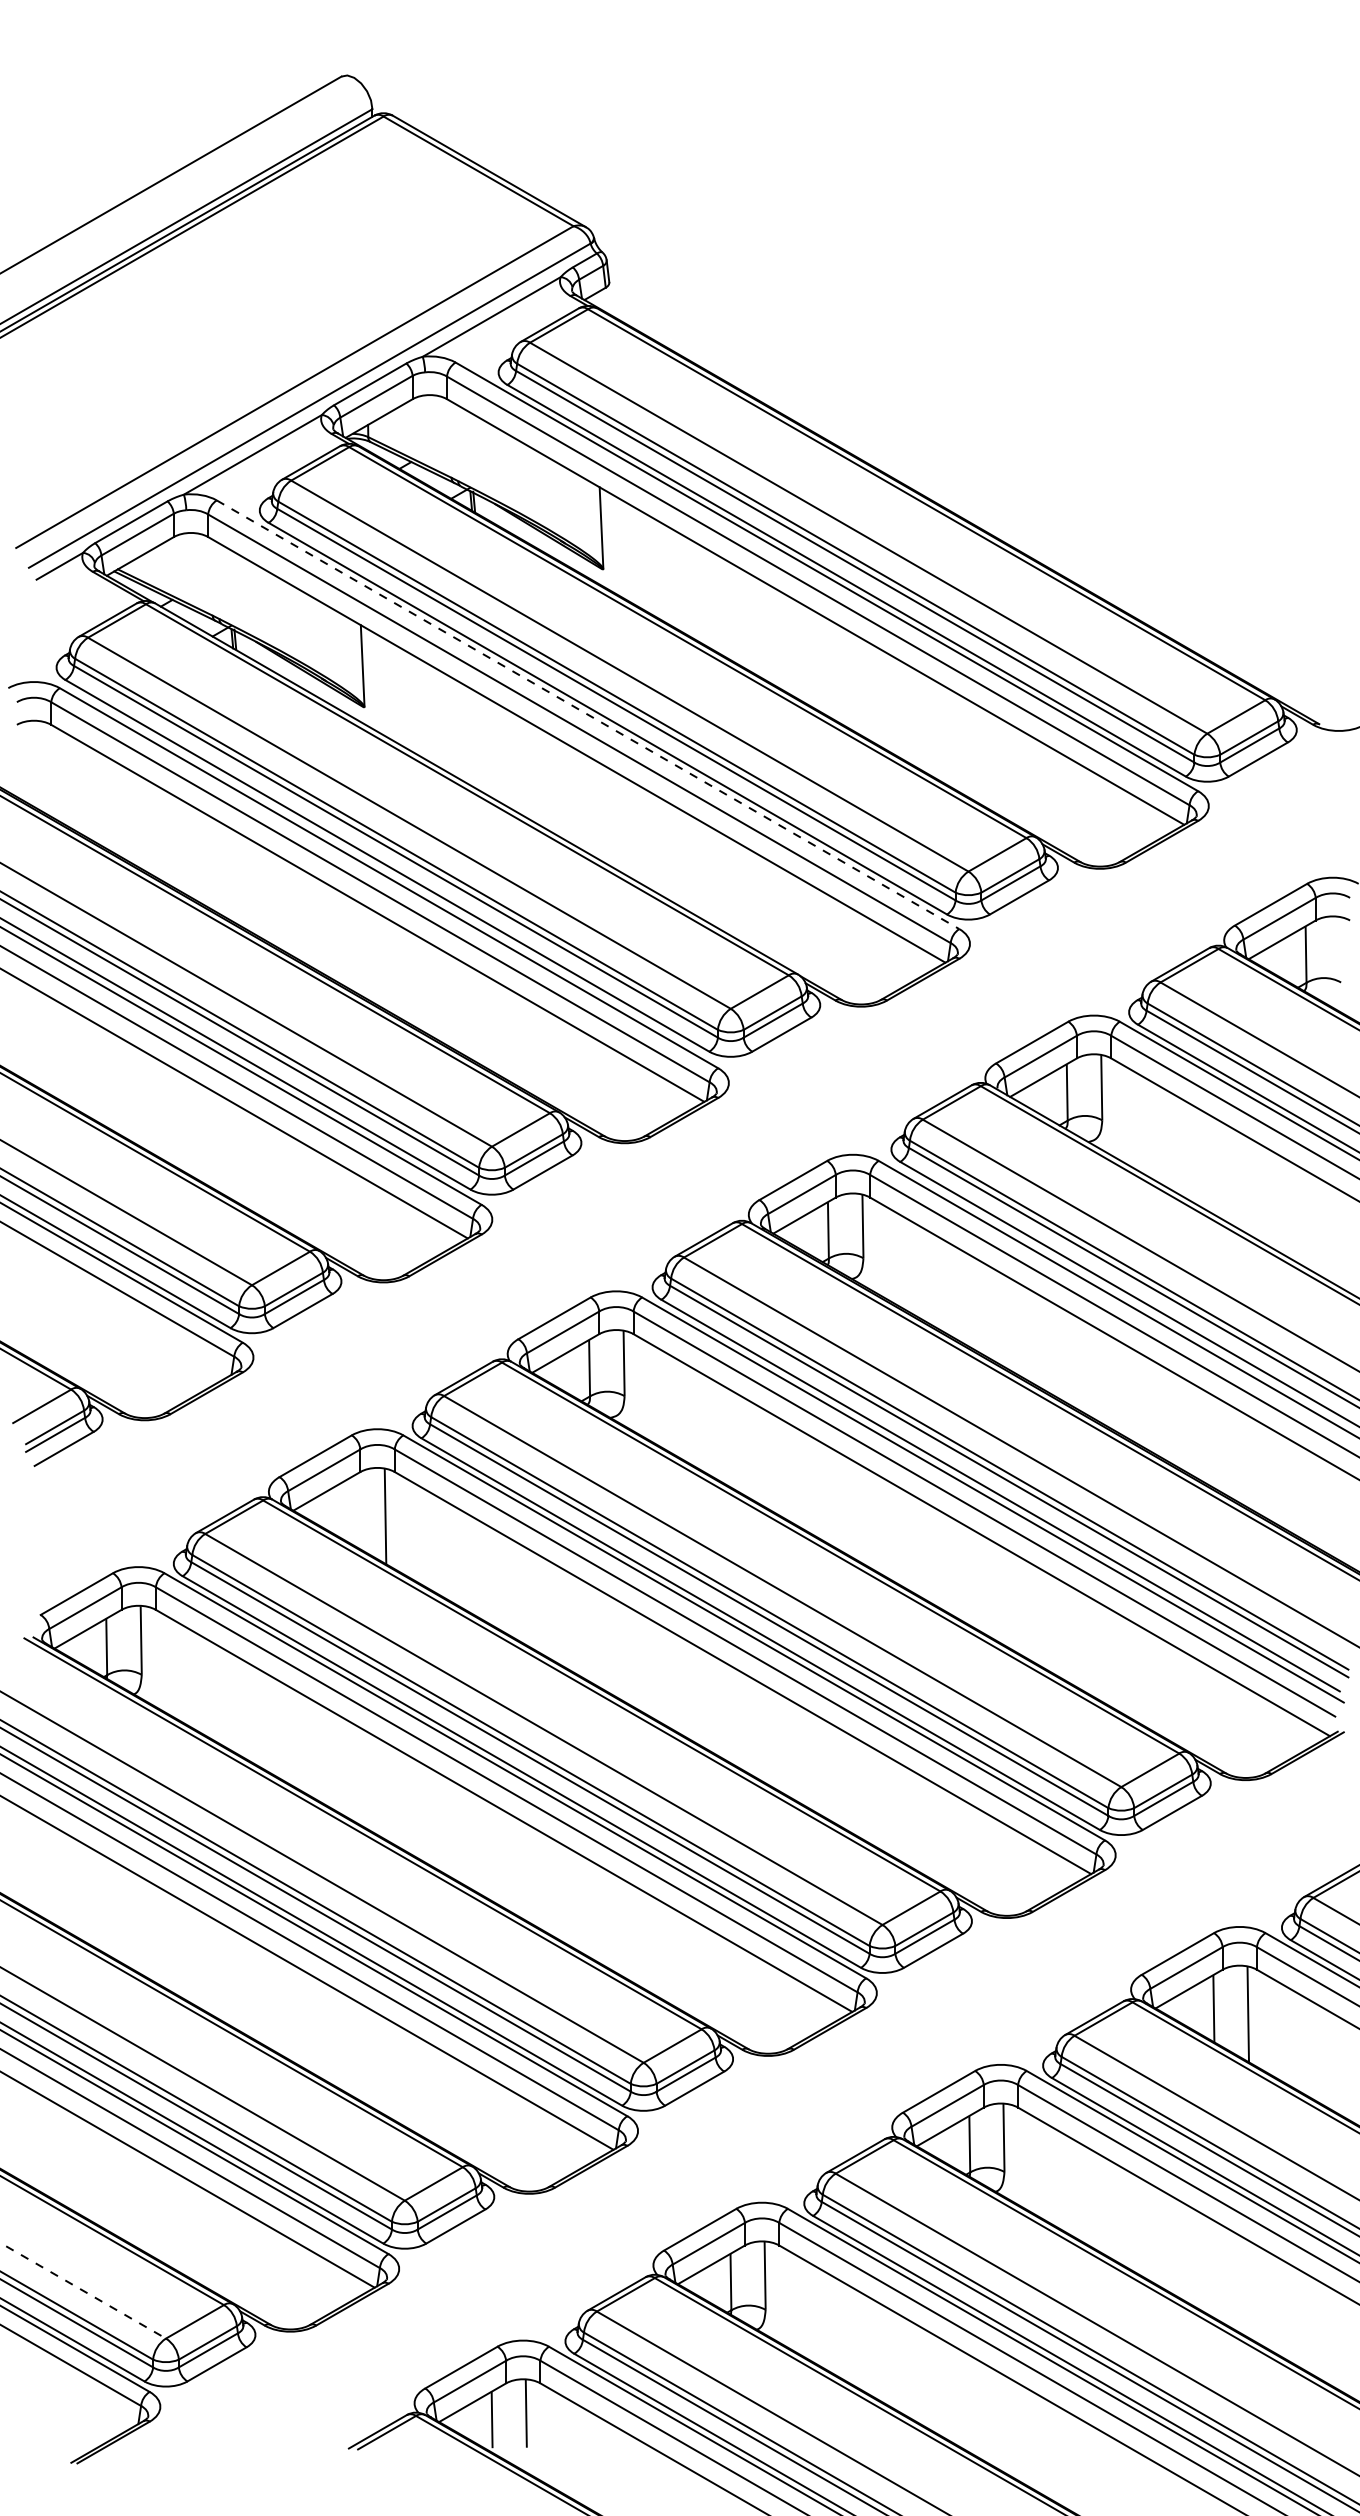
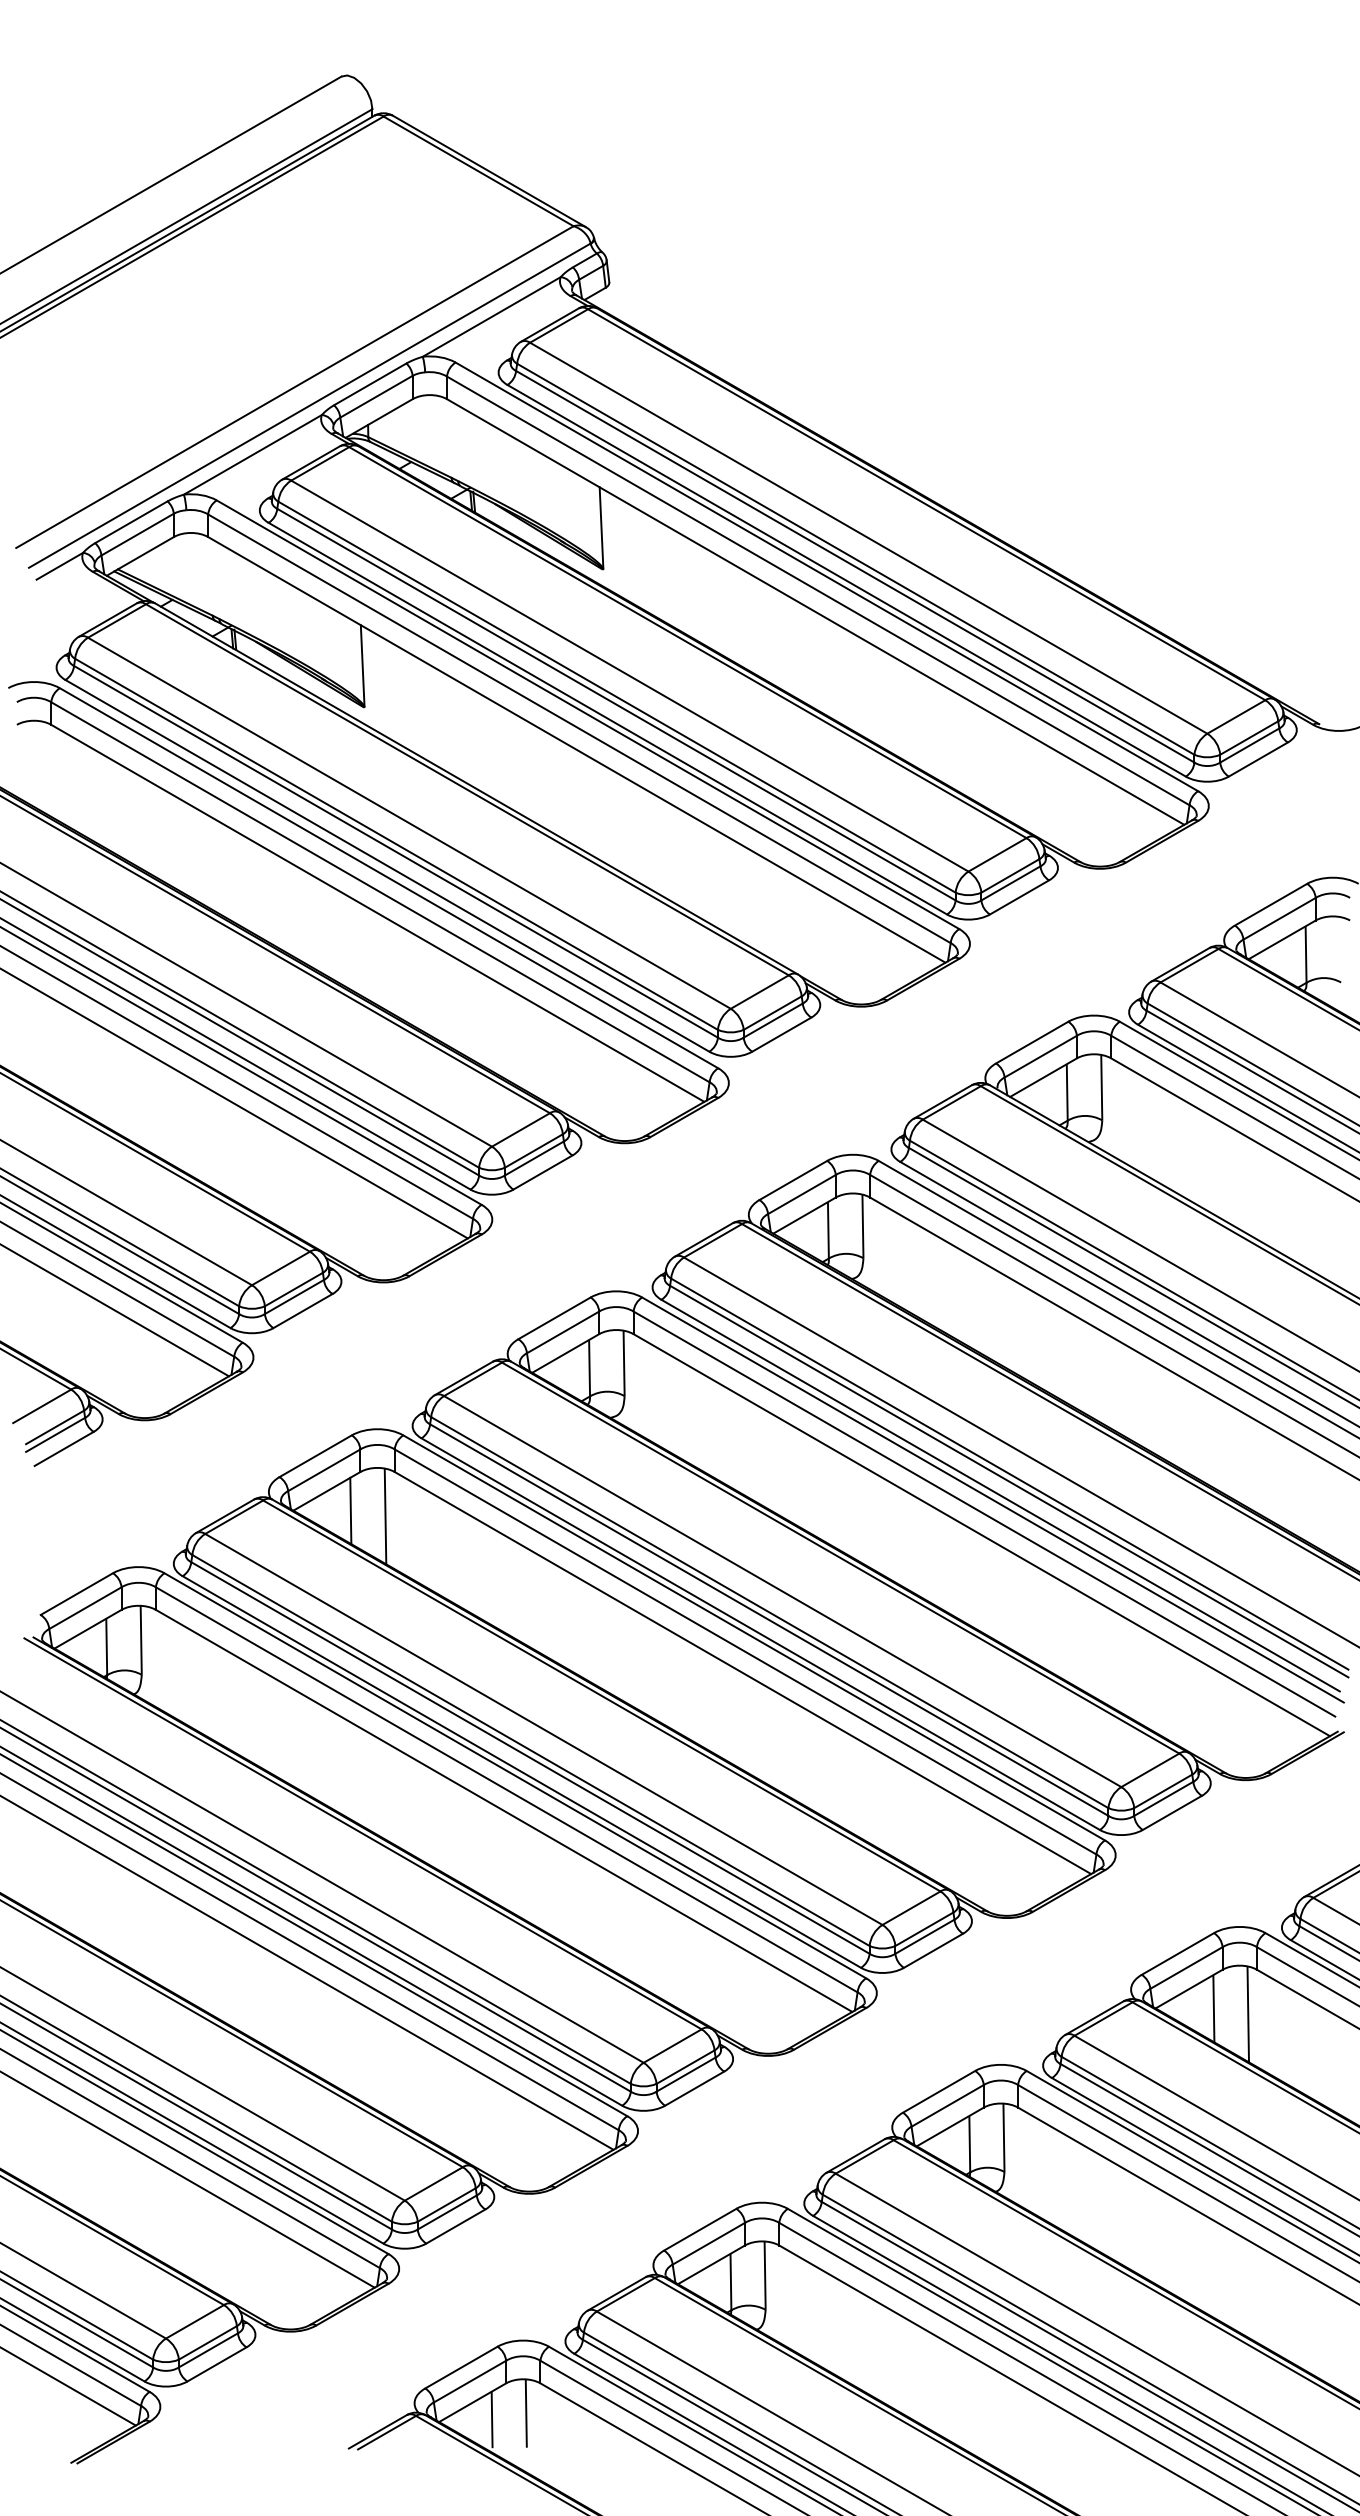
line at (588, 714): dashed -> solid
line at (115, 1310): none -> present
line at (350, 1510): none -> present
line at (83, 2291): dashed -> solid
line at (68, 2386): none -> present
